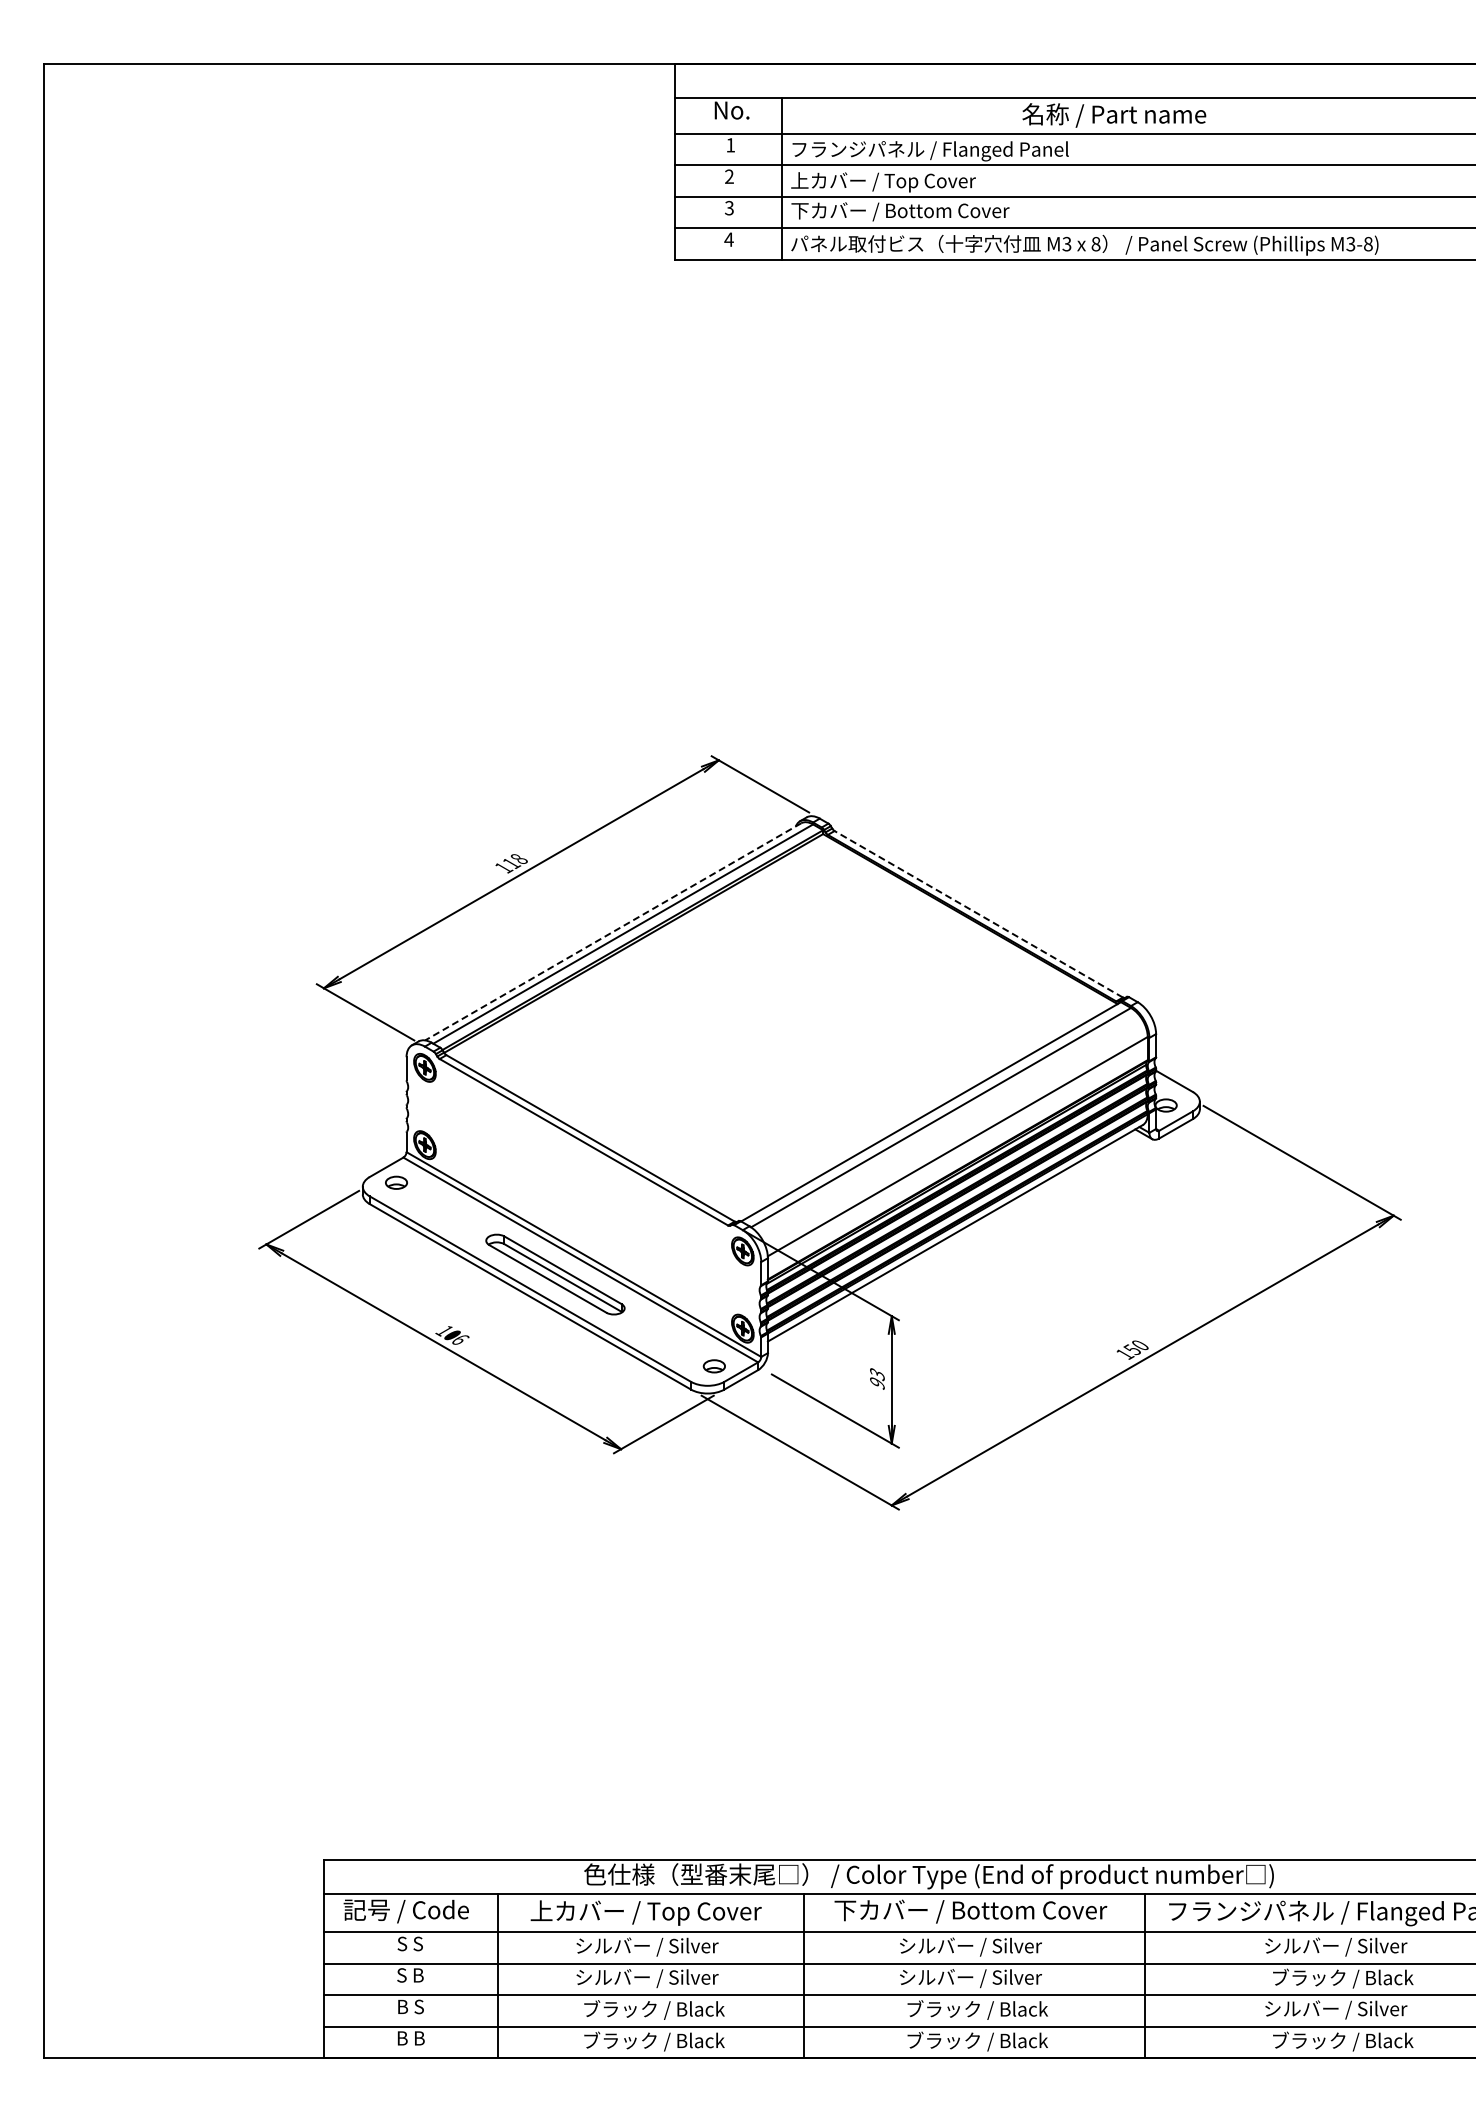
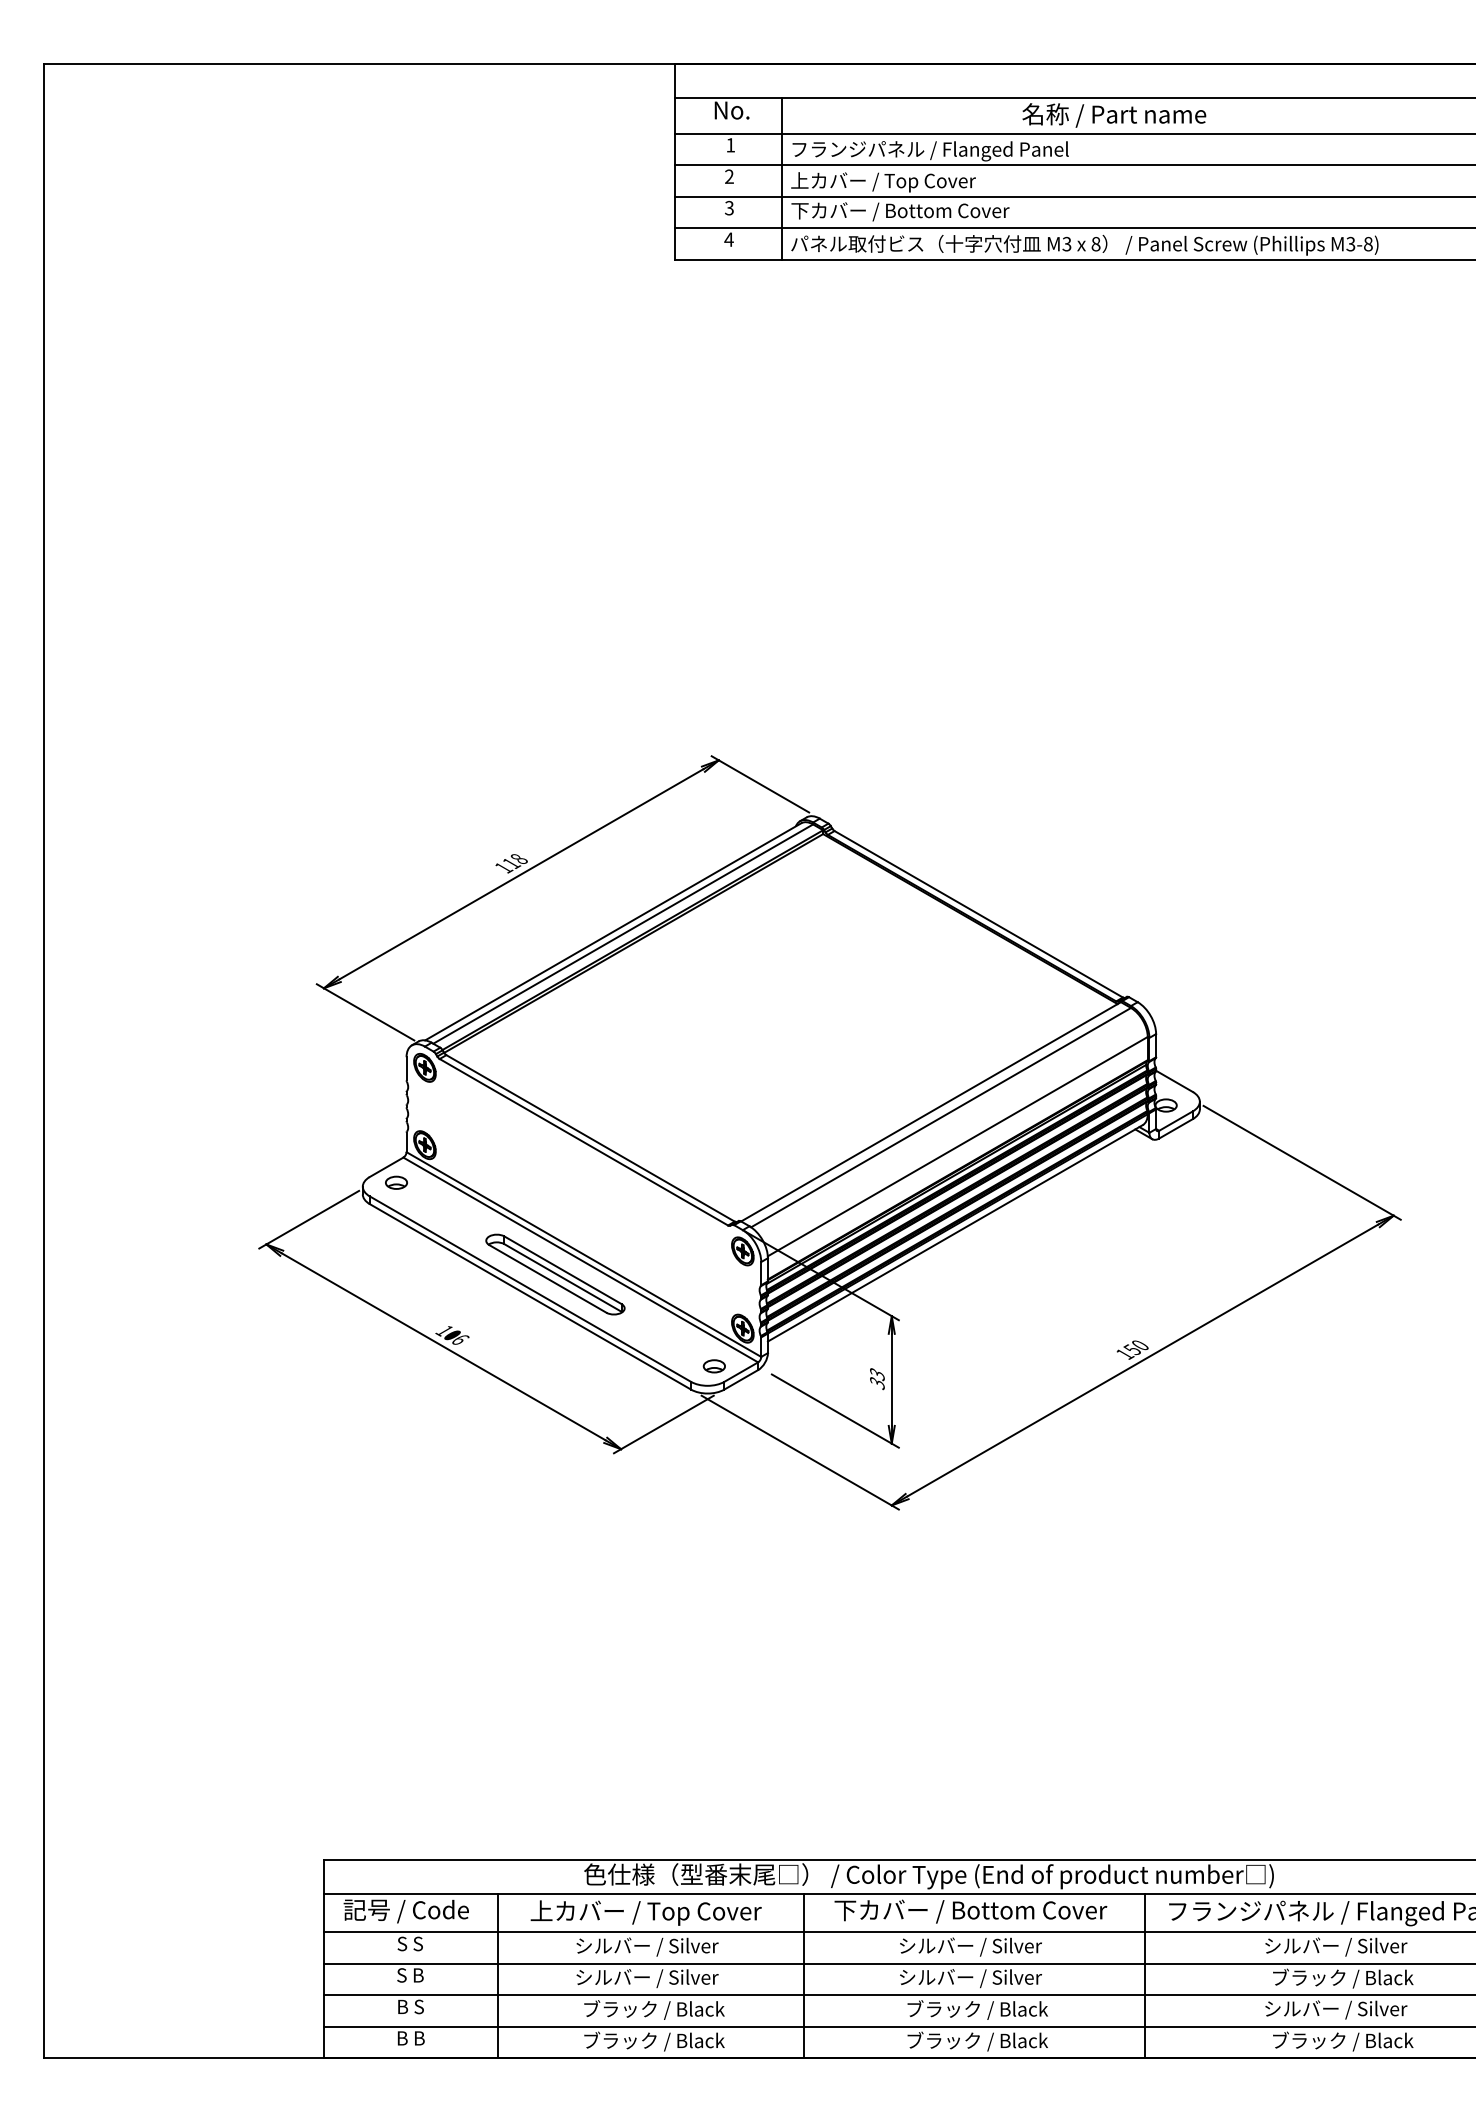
line at (978, 914): dashed -> solid
line at (612, 932): dashed -> solid
text at (877, 1383): 93 -> 33
